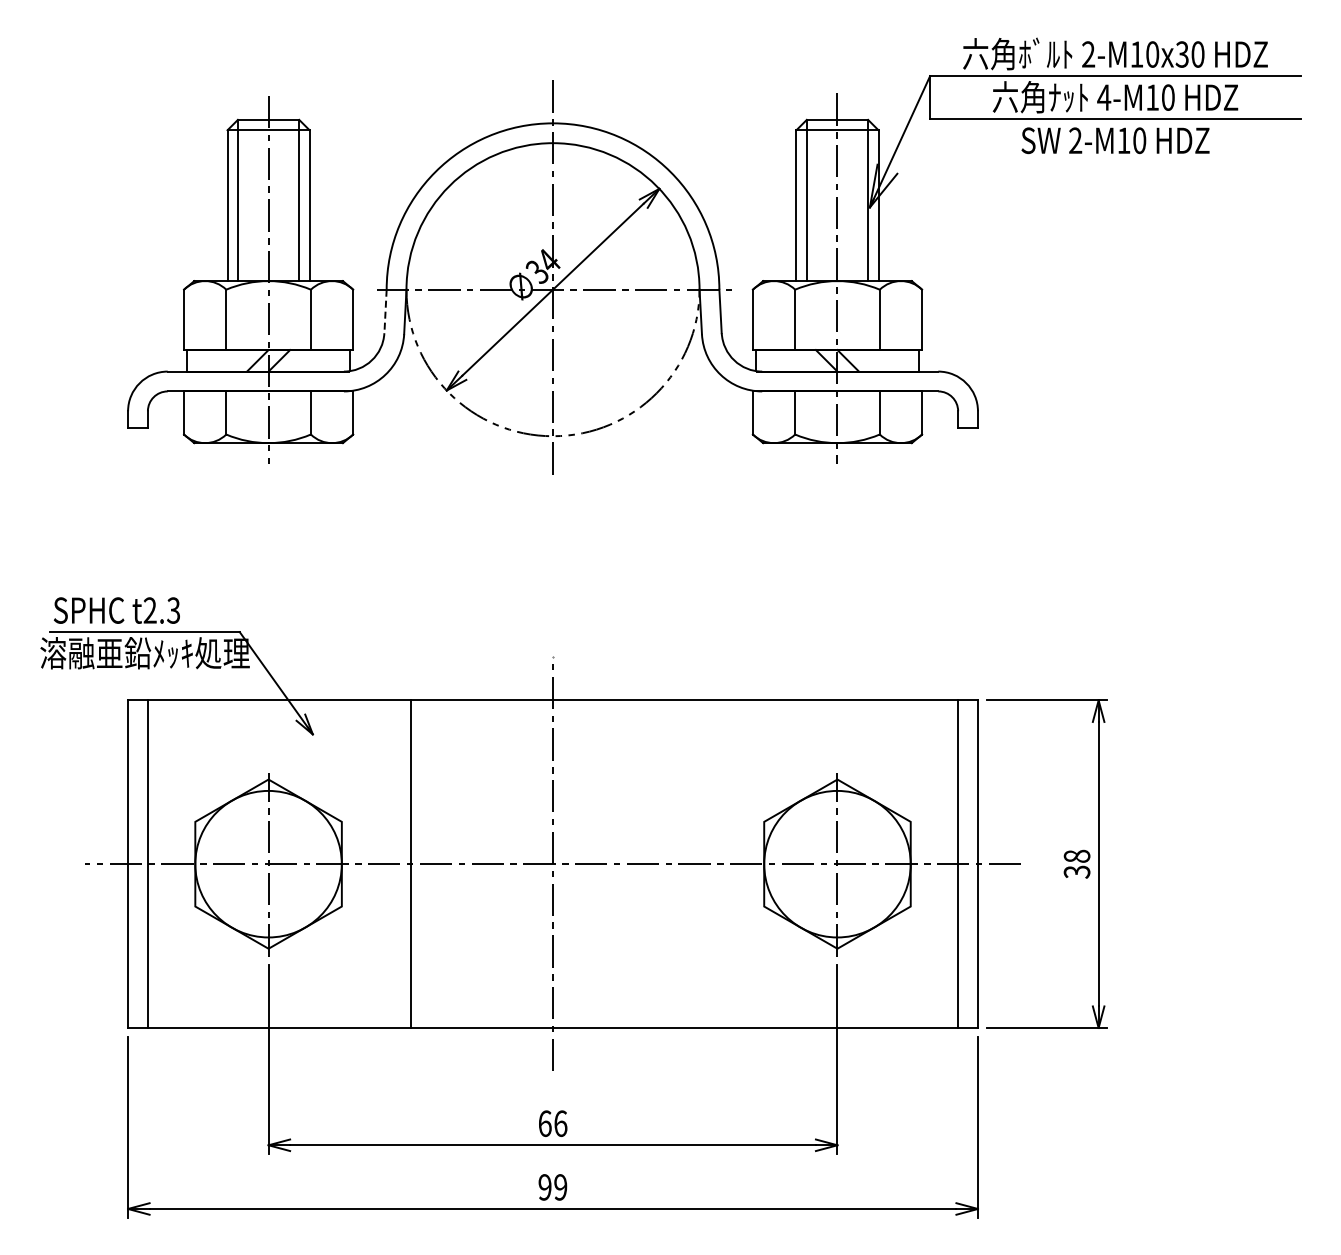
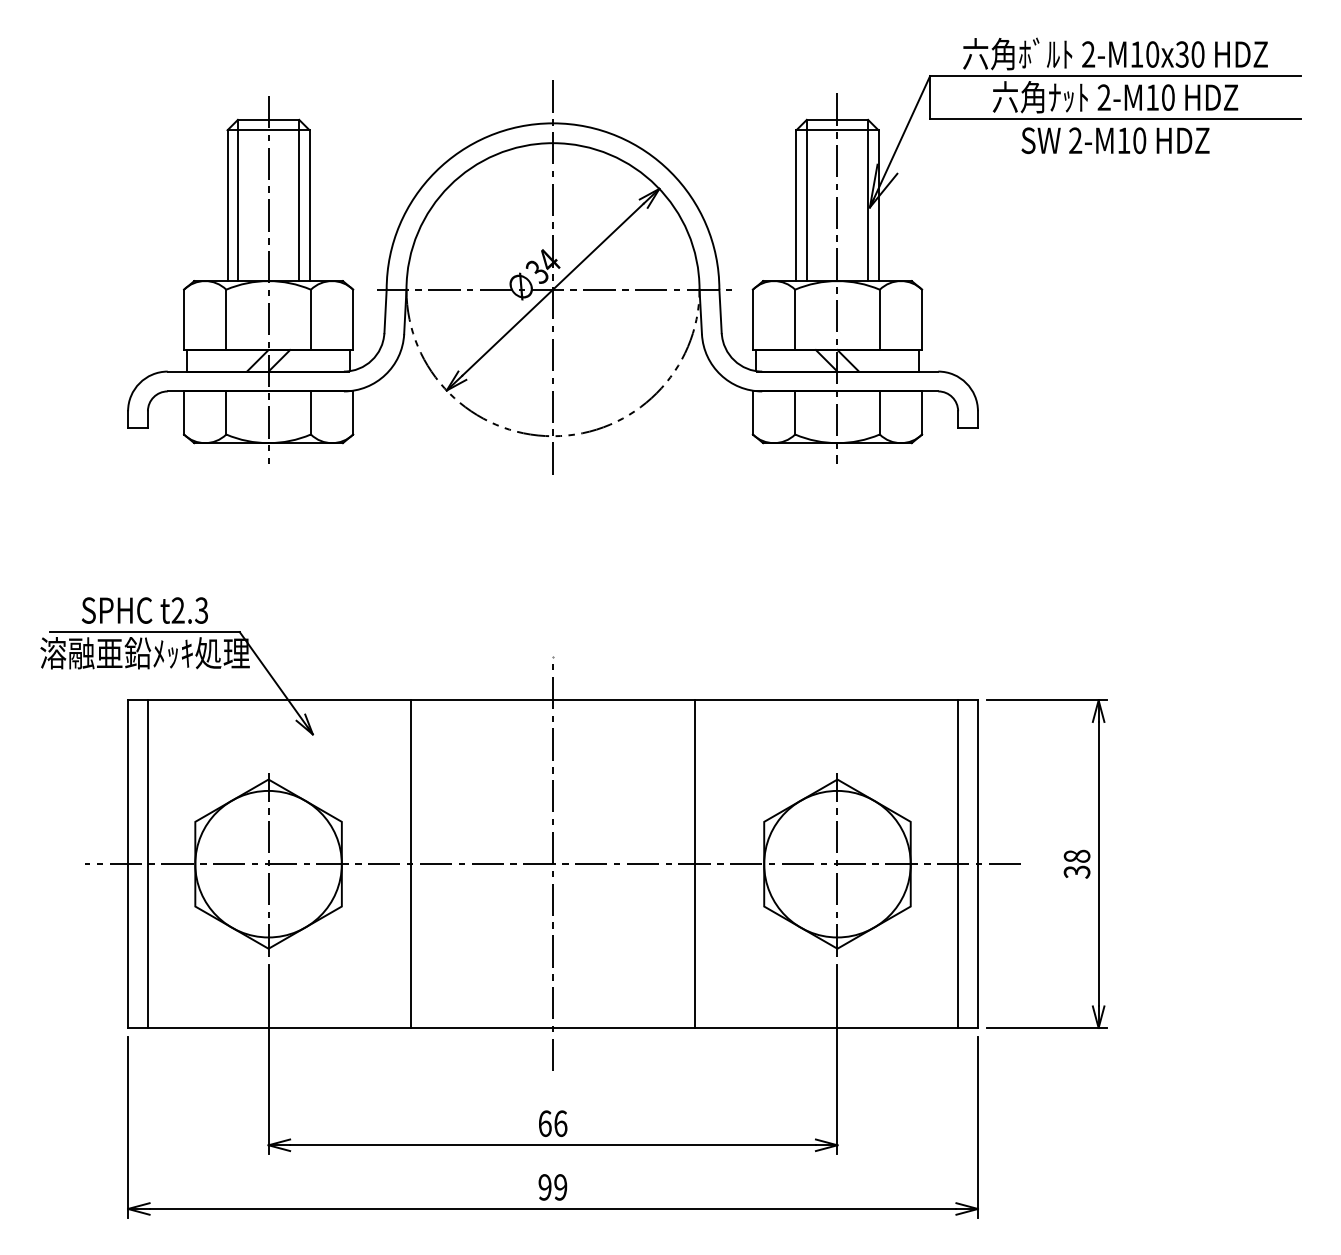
text at (1104, 97): 4-M10 -> 2-M10
line at (385, 311): dashed -> solid
text at (116, 610) position: (116, 610) -> (144, 610)
line at (695, 863): none -> present
